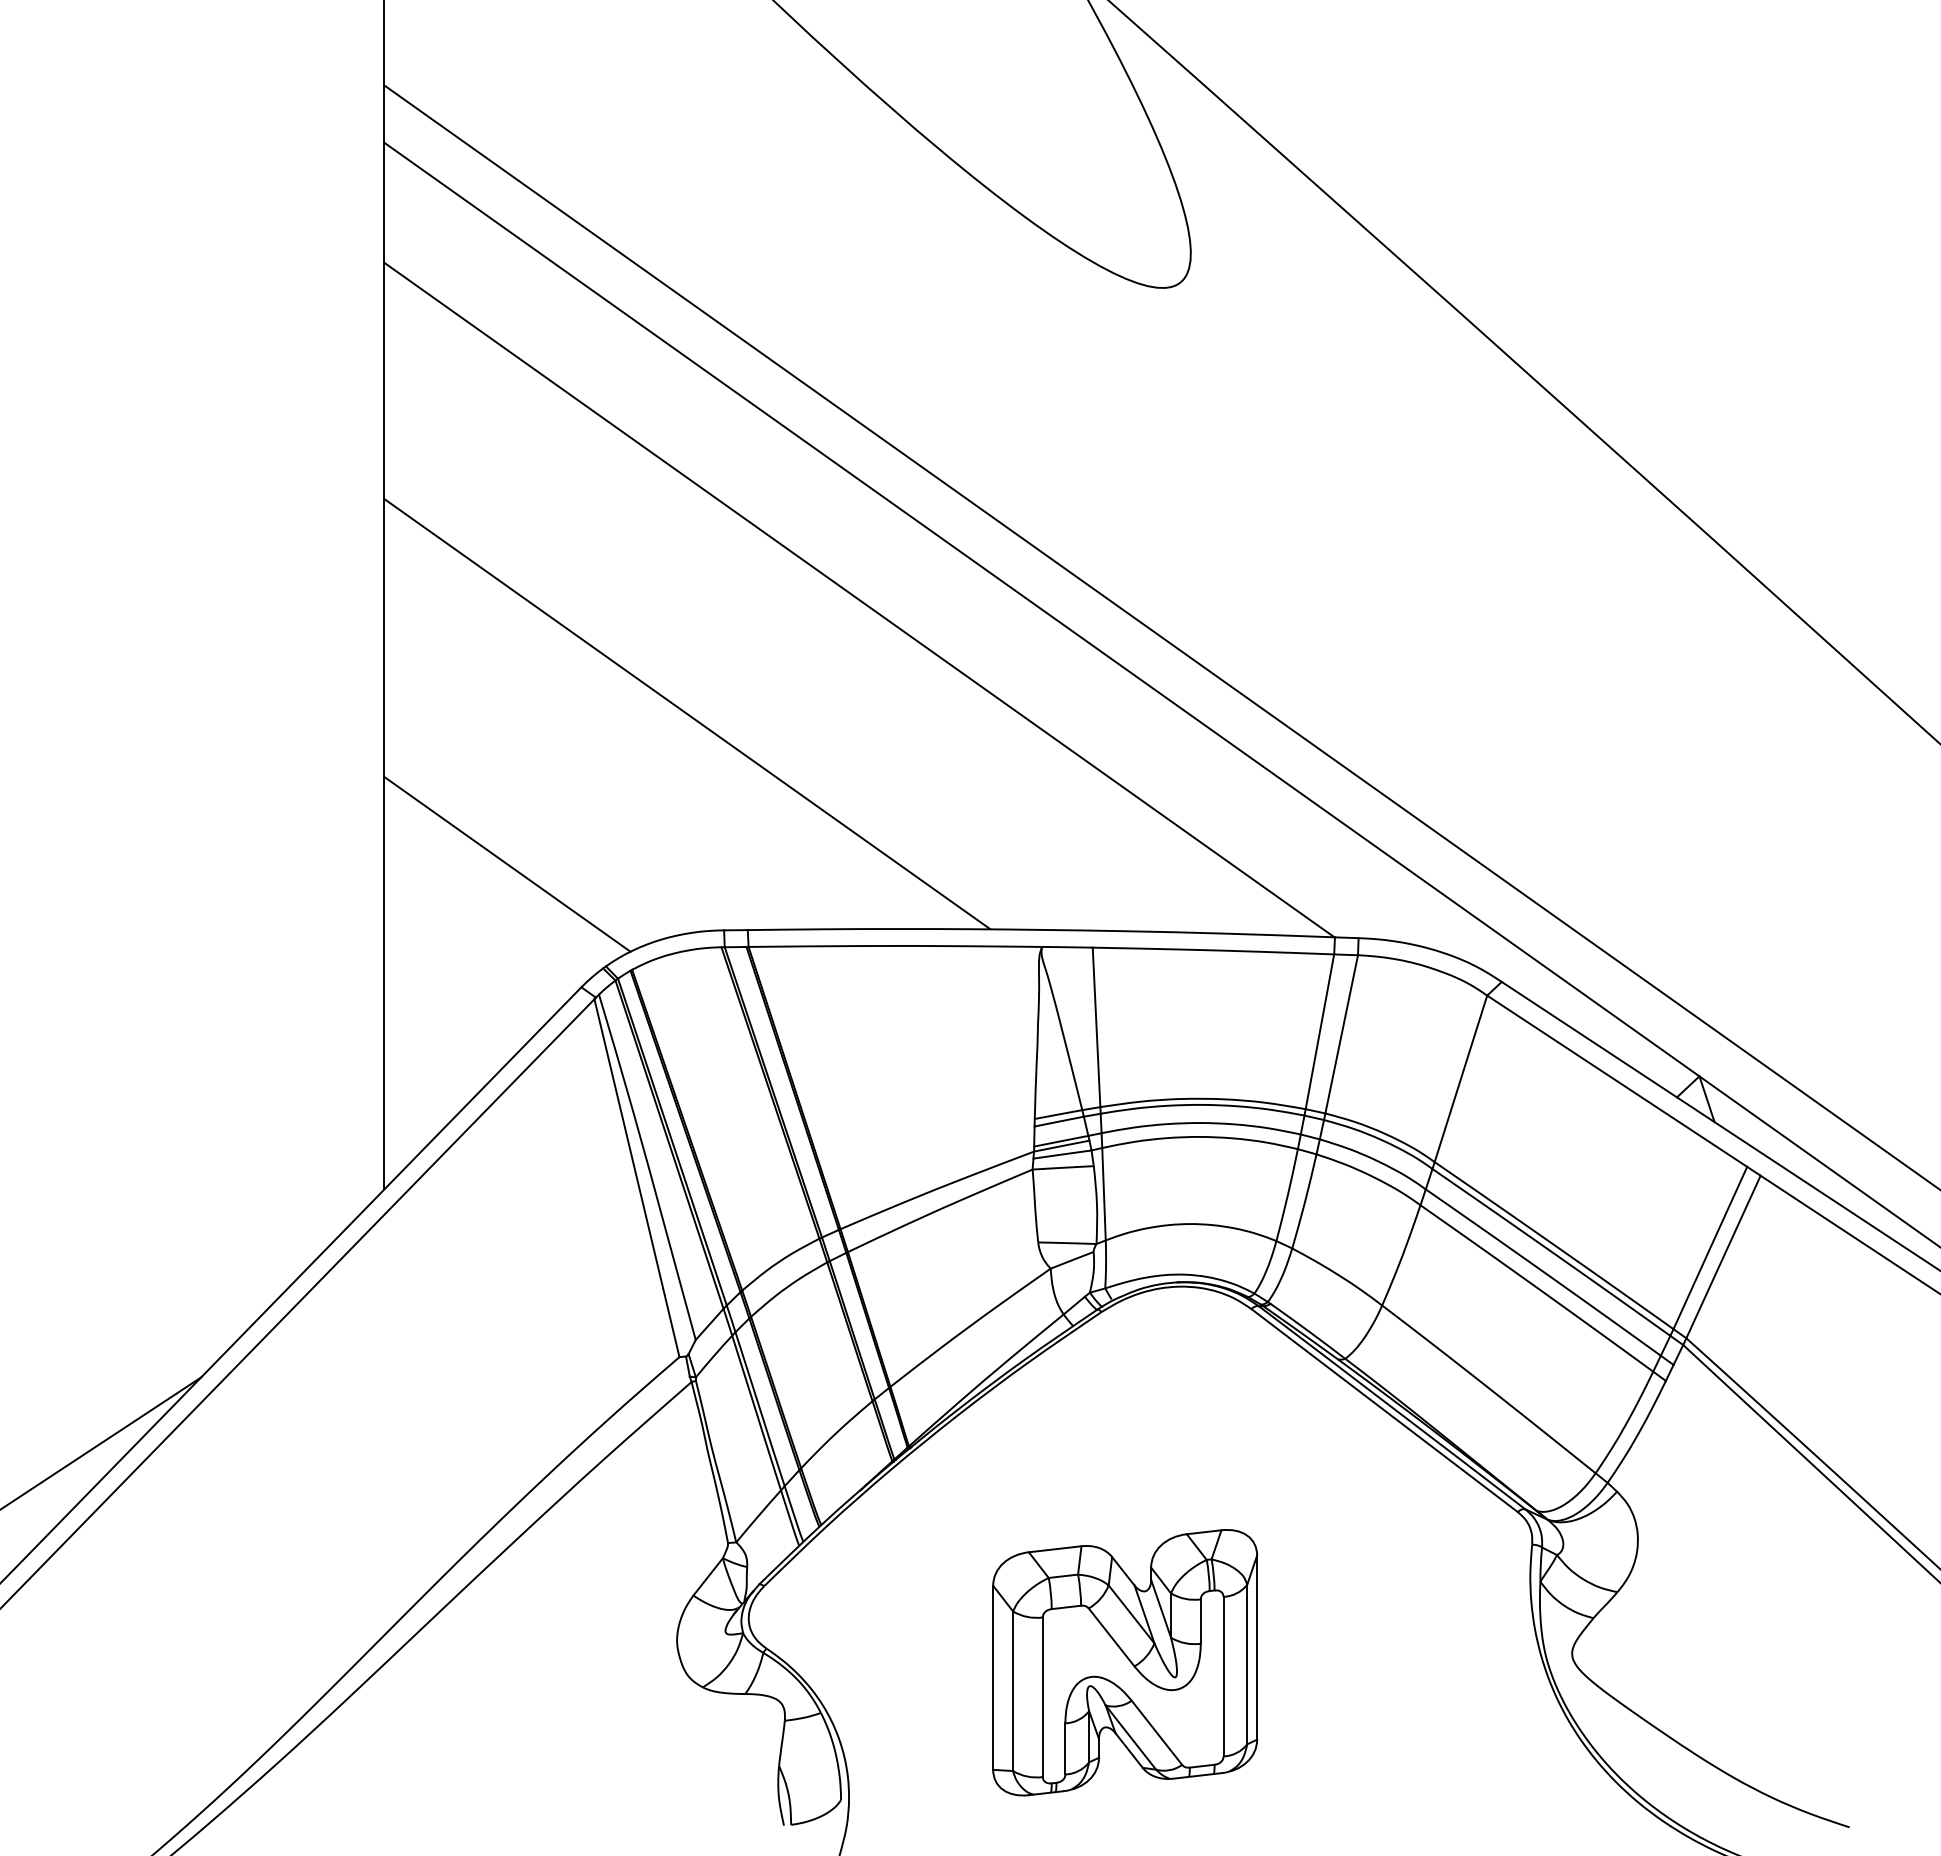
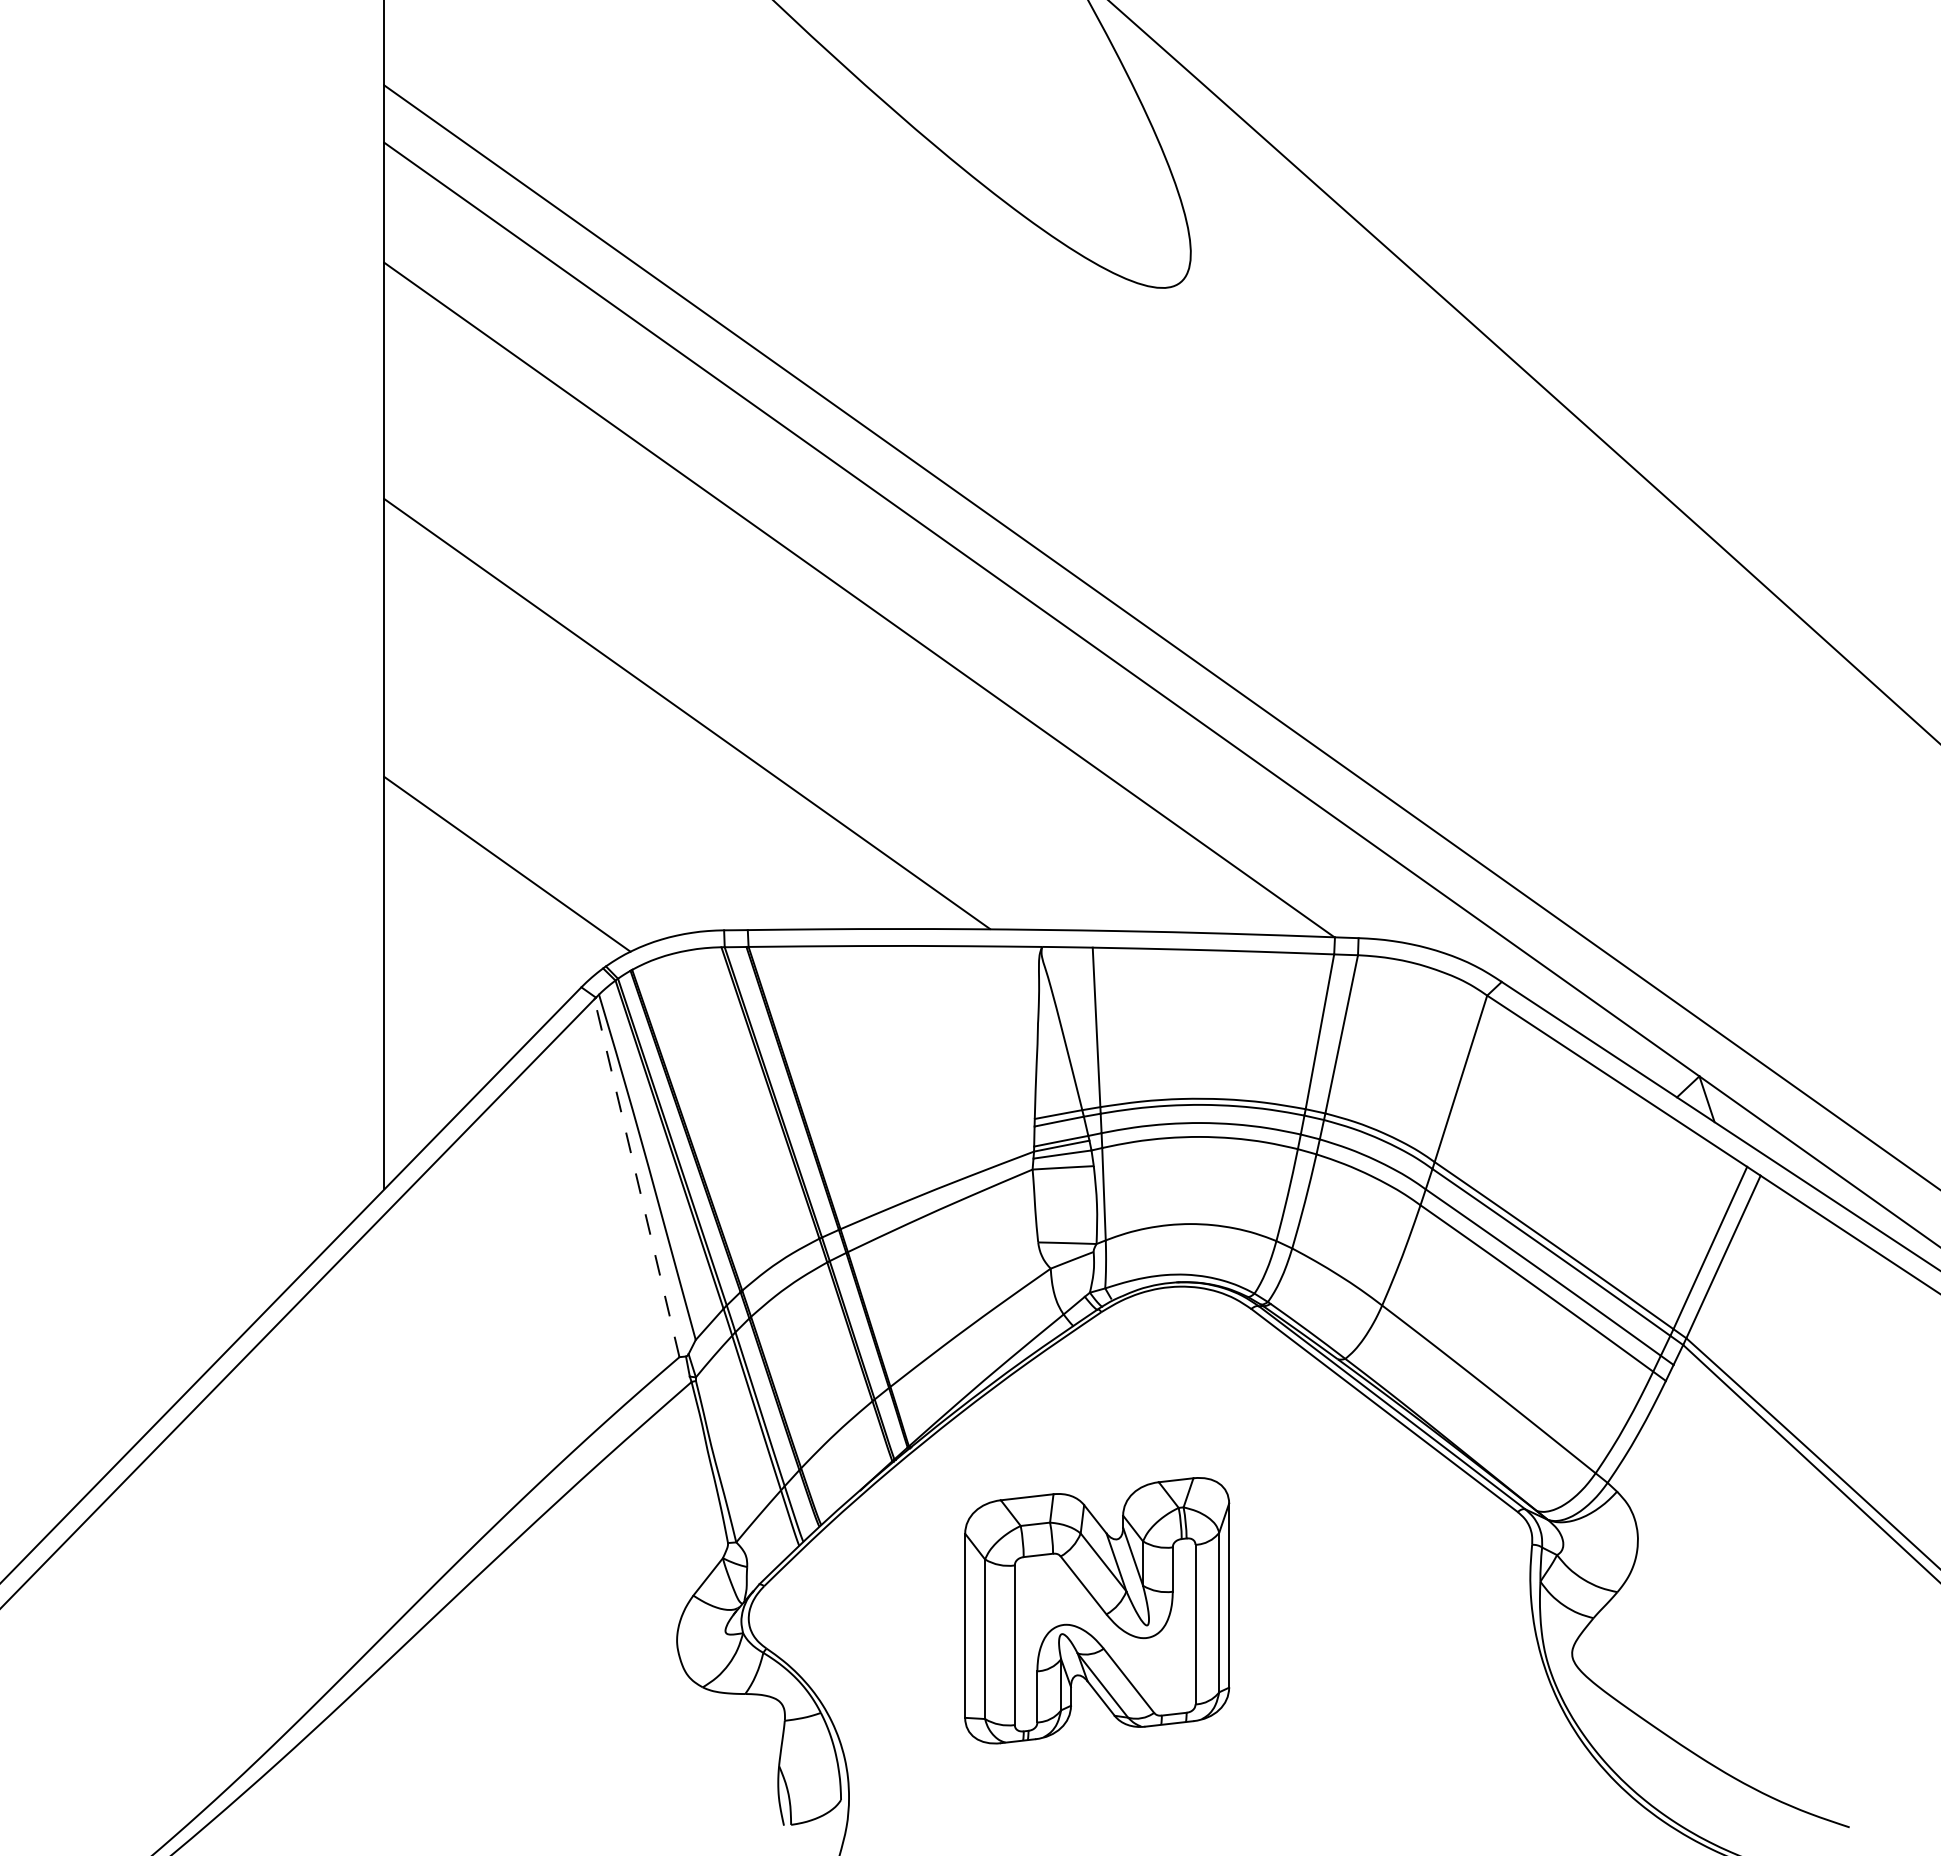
line at (636, 1178): solid -> dashed
line at (101, 1442): present -> none
part at (1125, 1662) position: (1125, 1662) -> (1097, 1610)
